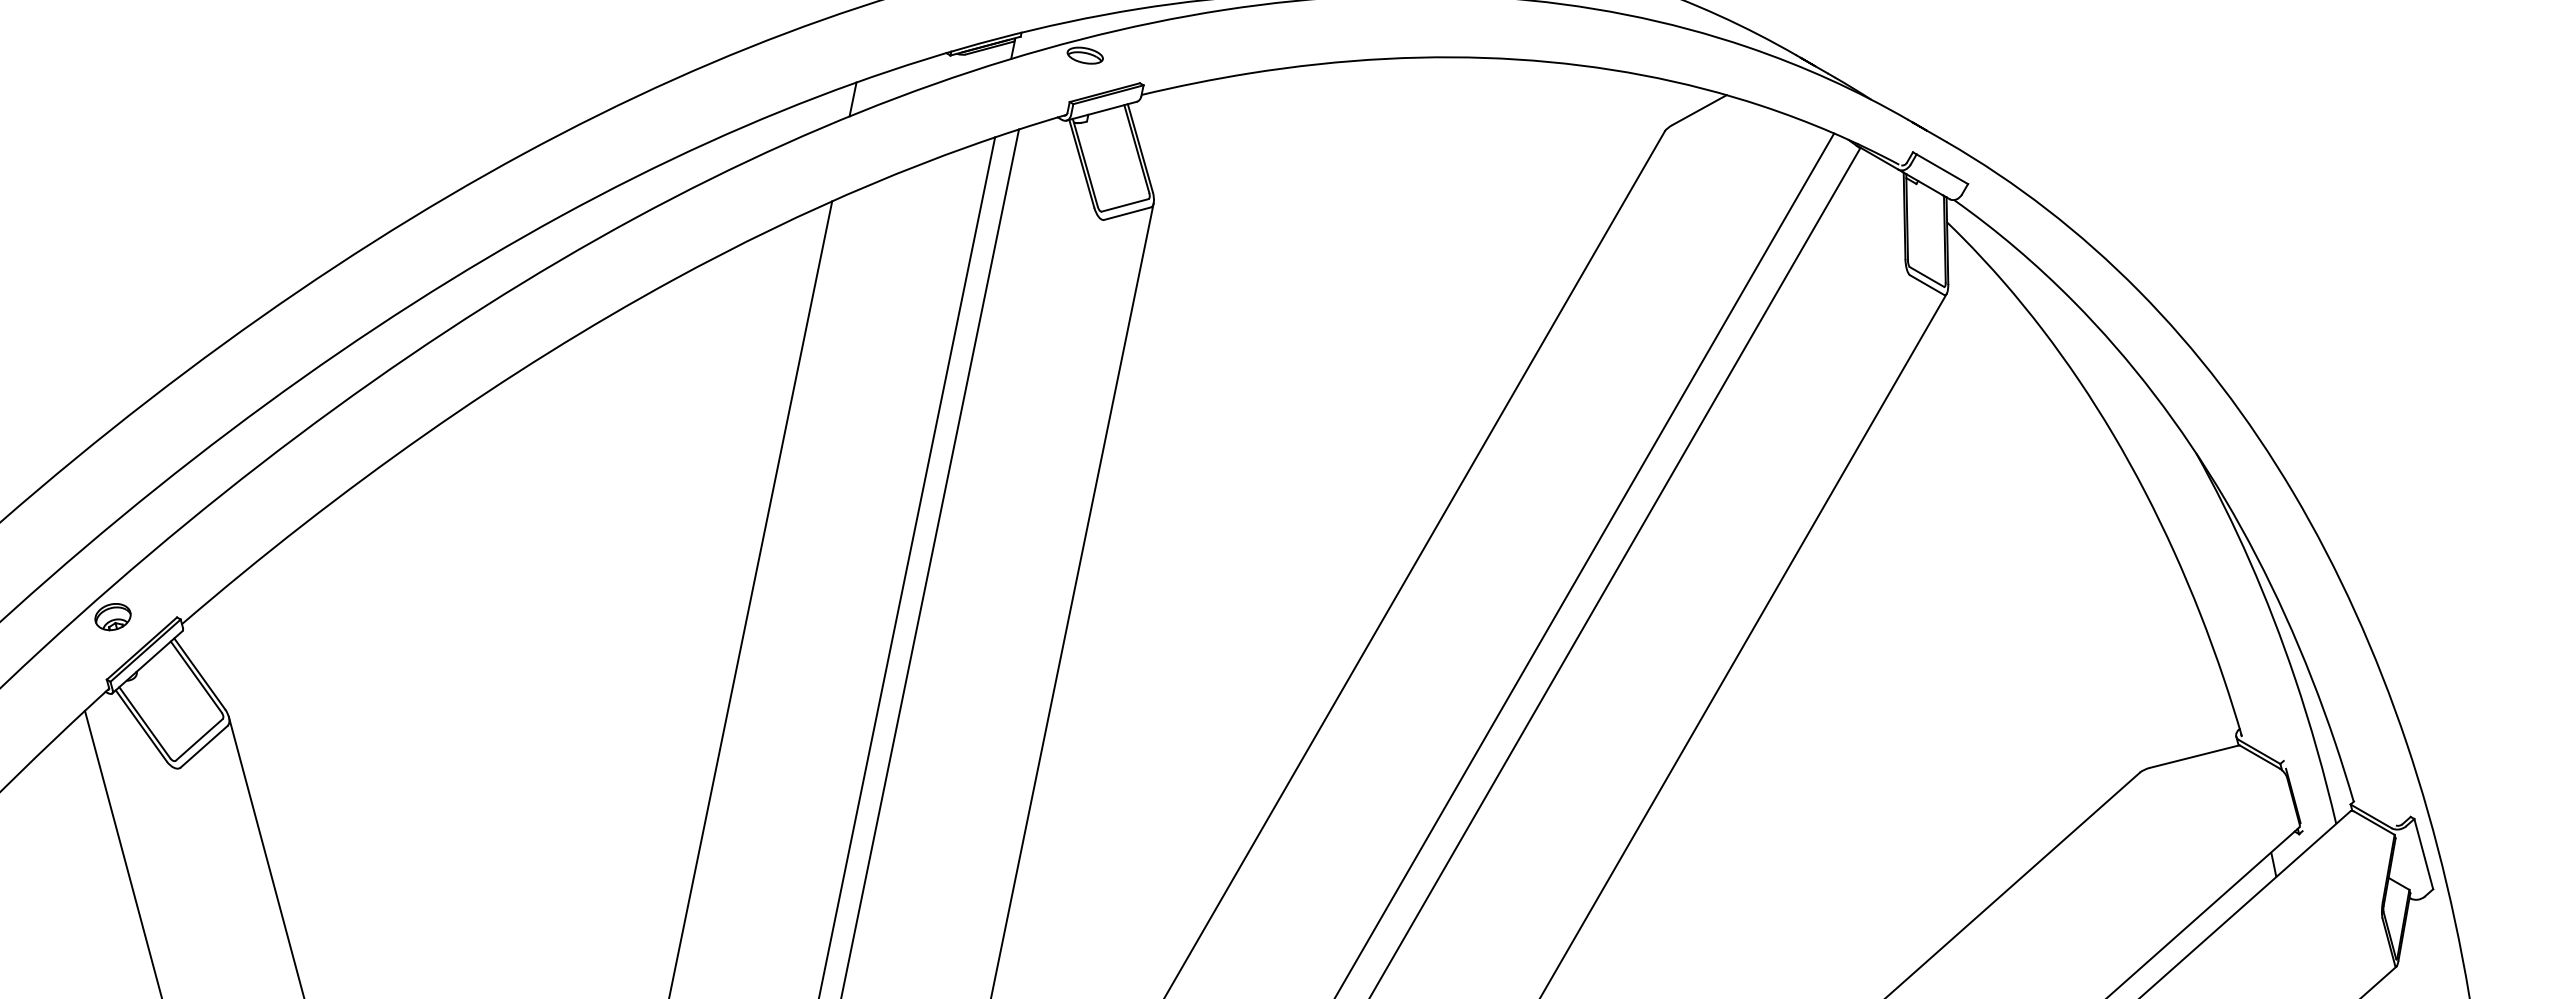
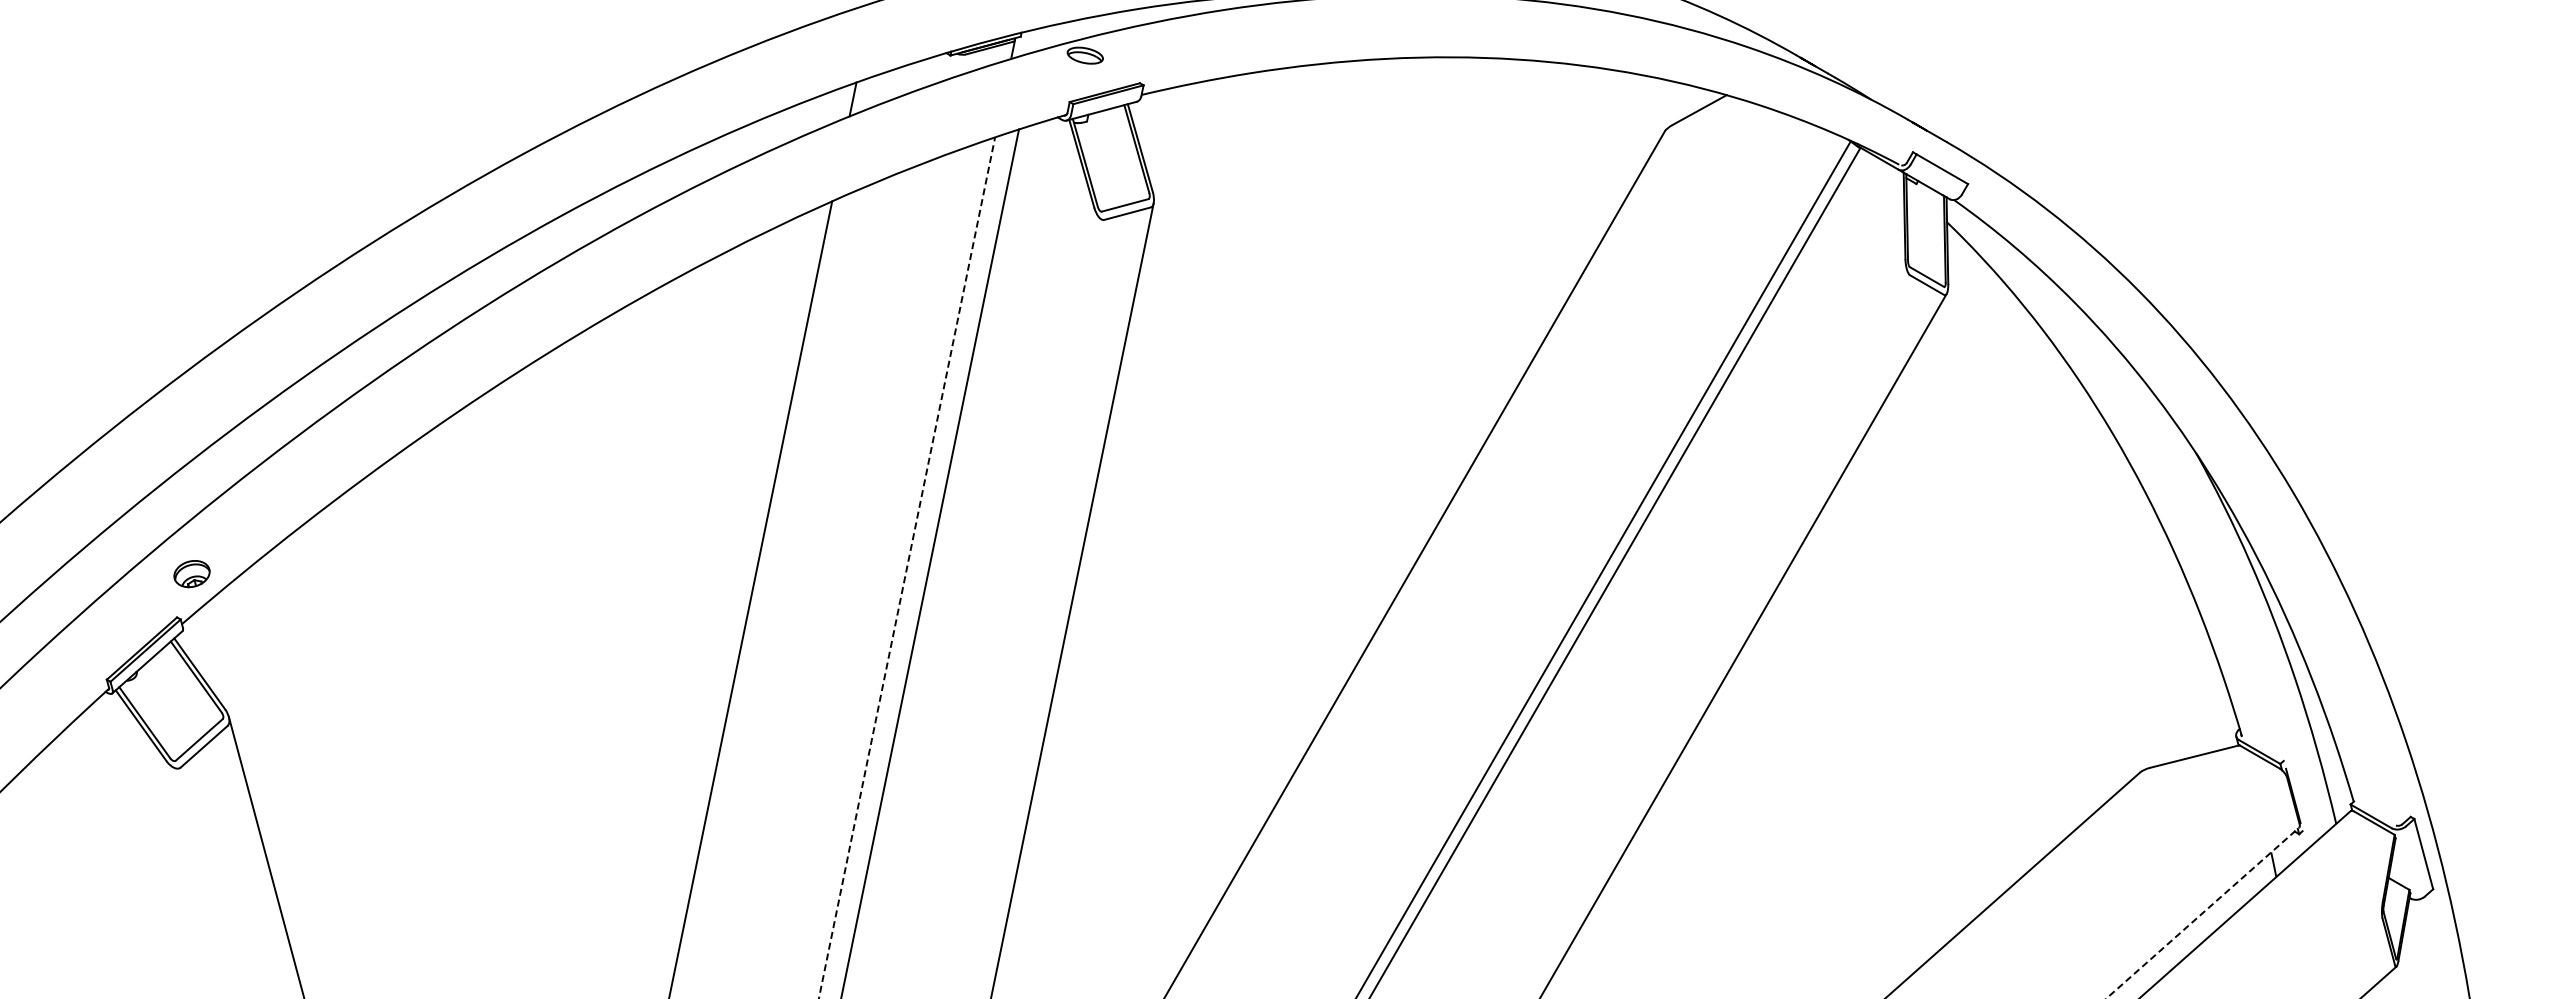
line at (1585, 564) position: (1585, 564) -> (1603, 568)
line at (906, 568): solid -> dashed
part at (112, 617) position: (112, 617) -> (191, 574)
line at (122, 852): present -> none
line at (2202, 913): solid -> dashed
